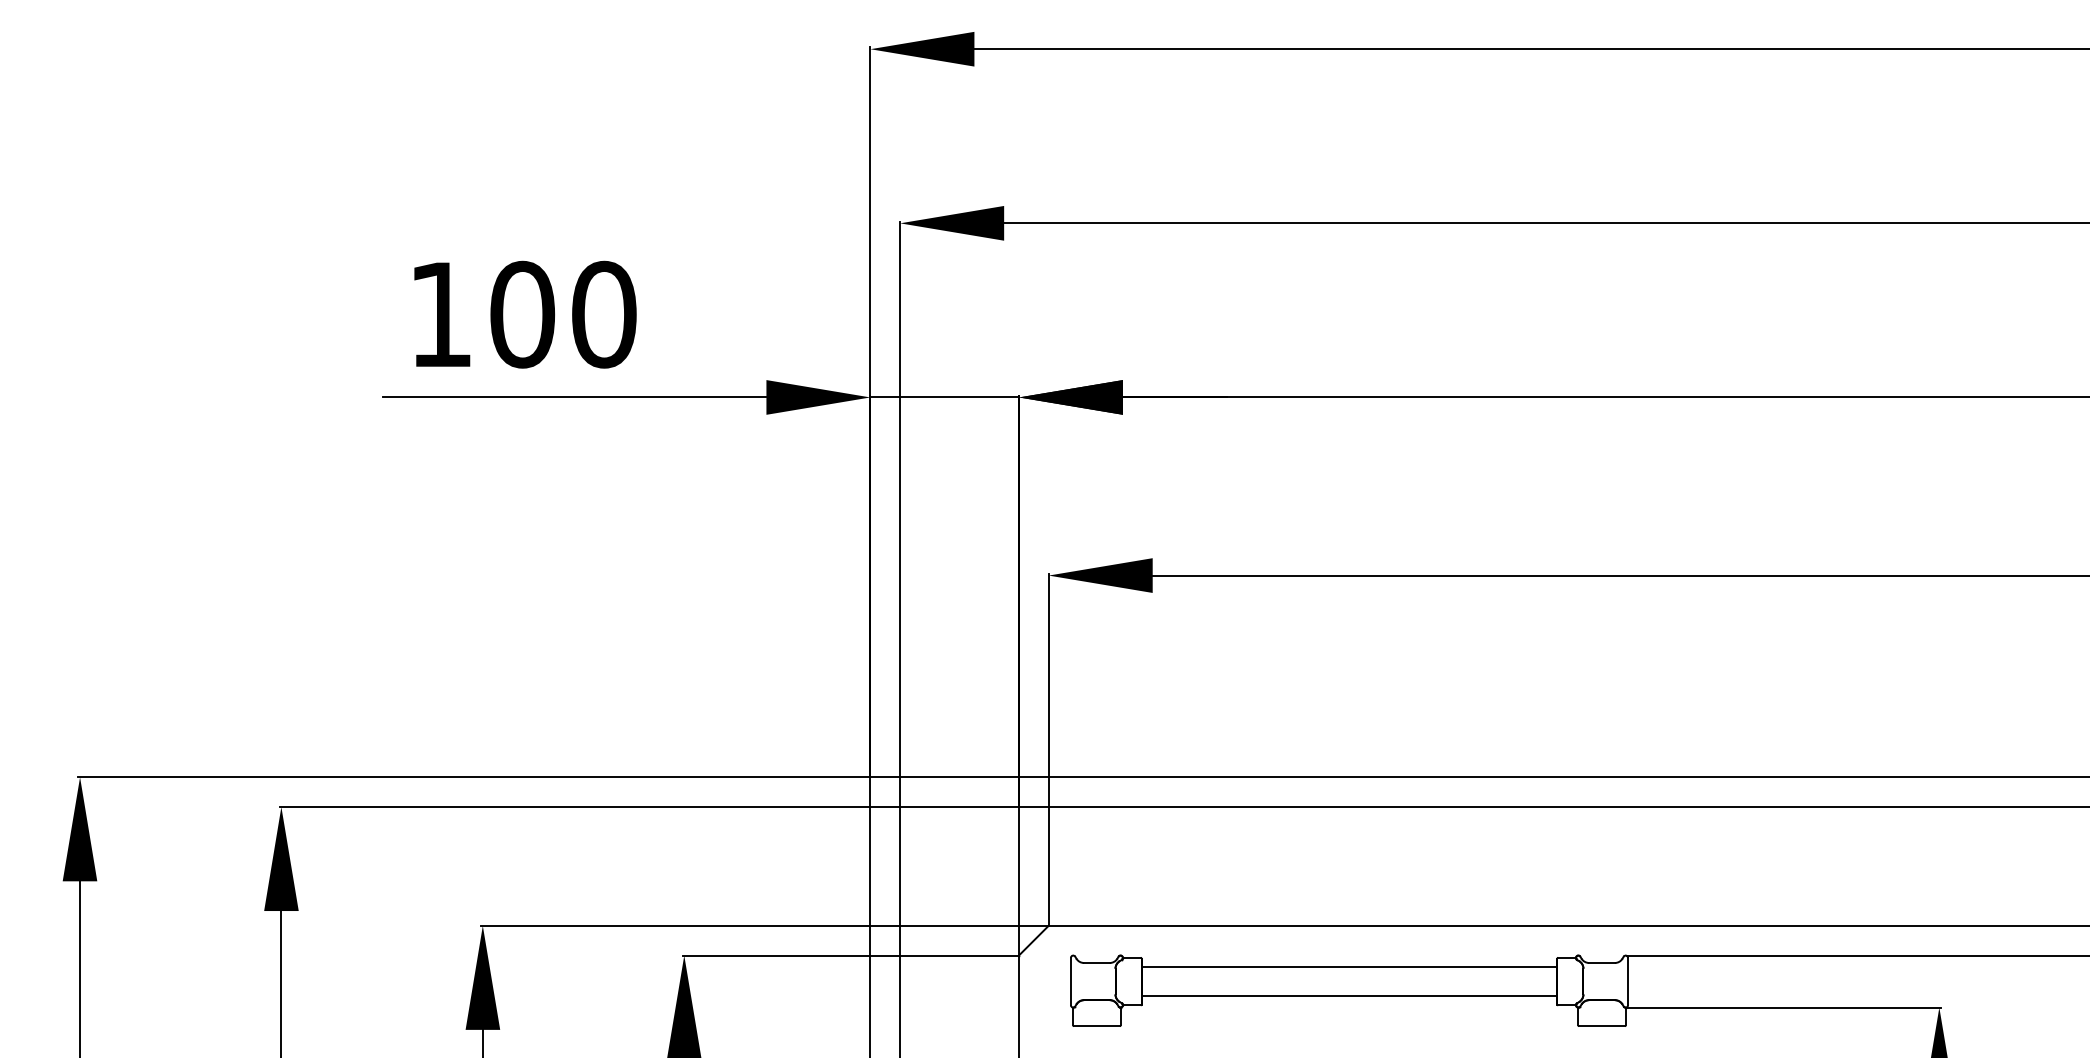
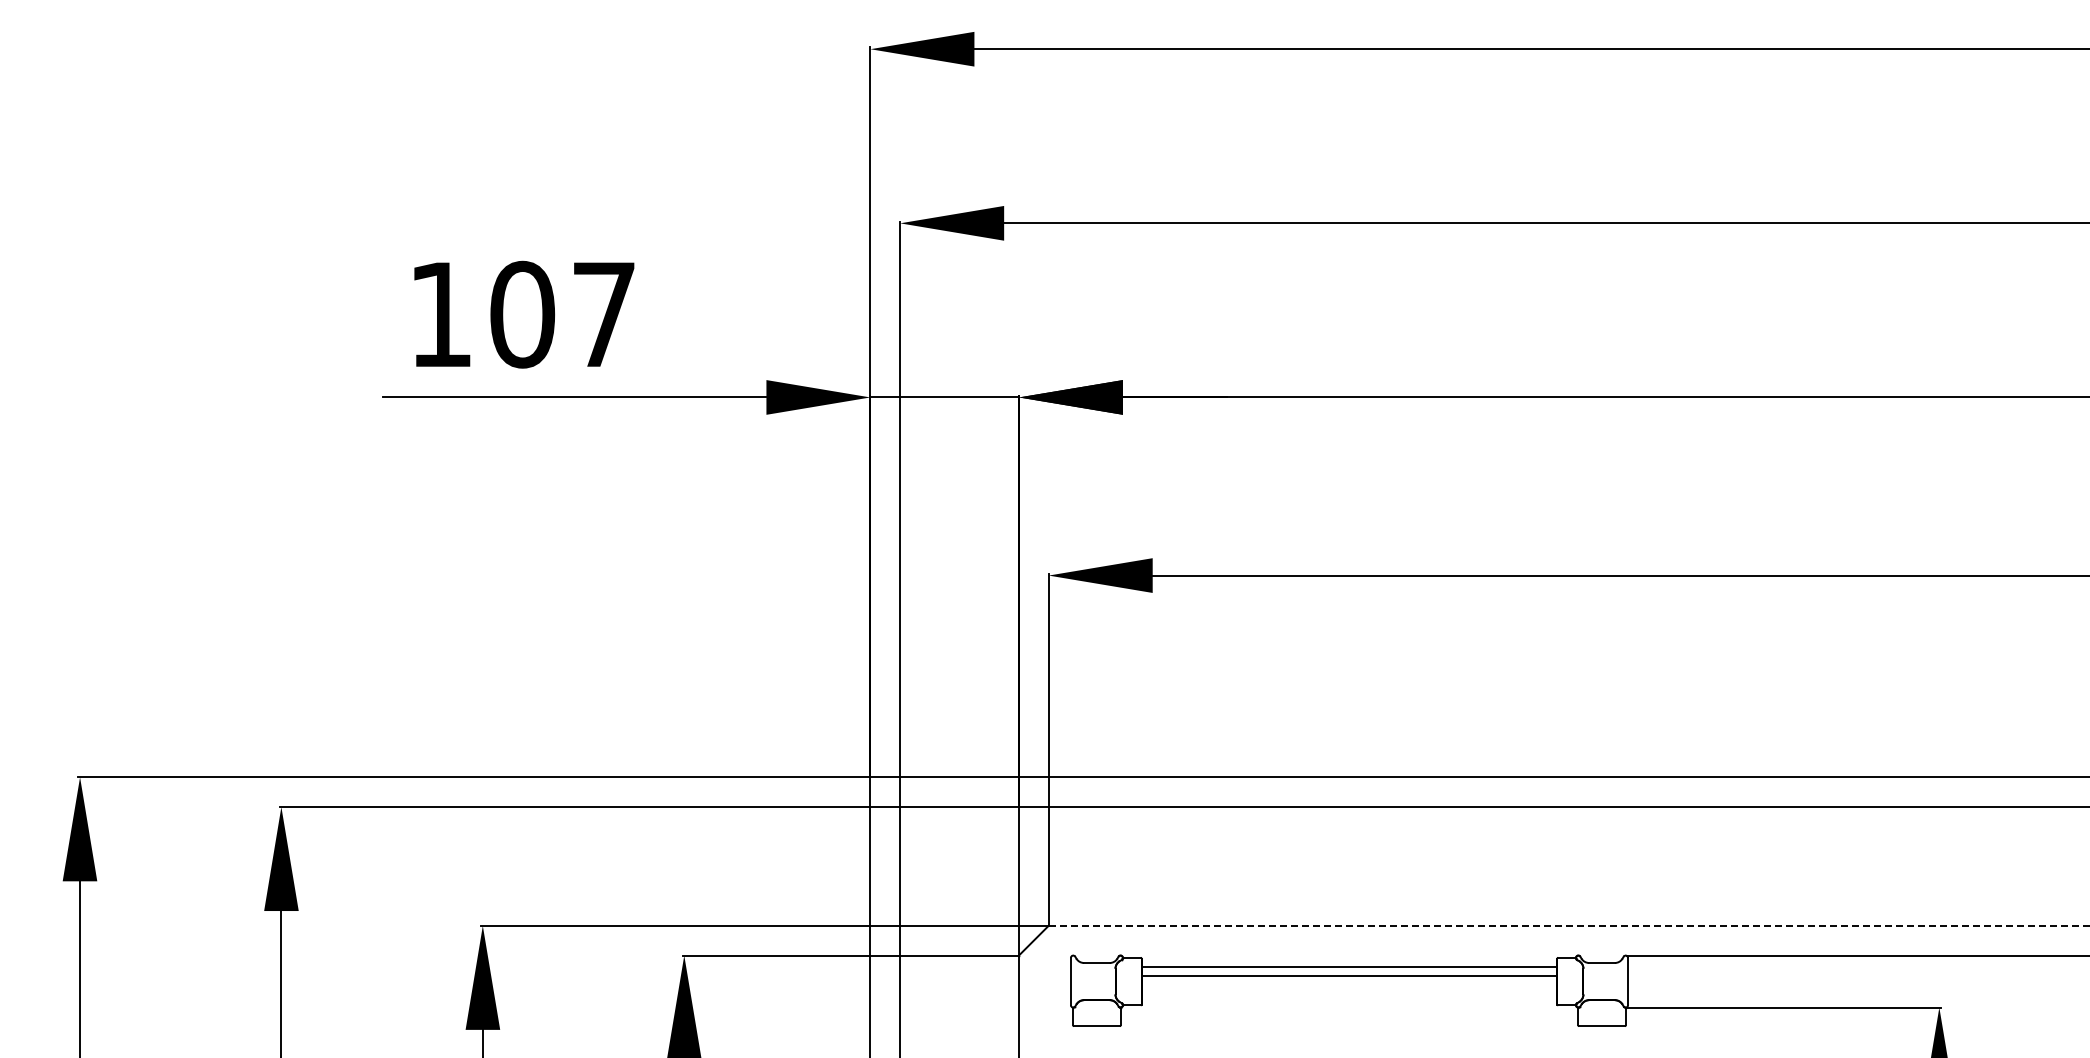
text at (604, 314): 100 -> 107
line at (1569, 925): solid -> dashed
line at (1349, 996) position: (1349, 996) -> (1349, 976)
